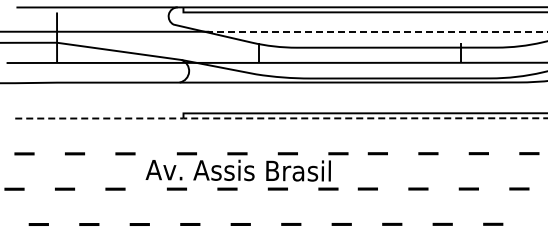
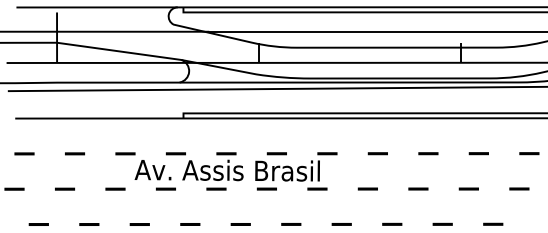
line at (378, 31): dashed -> solid
line at (276, 88): none -> present
line at (280, 118): dashed -> solid
text at (246, 171) position: (246, 171) -> (235, 171)
